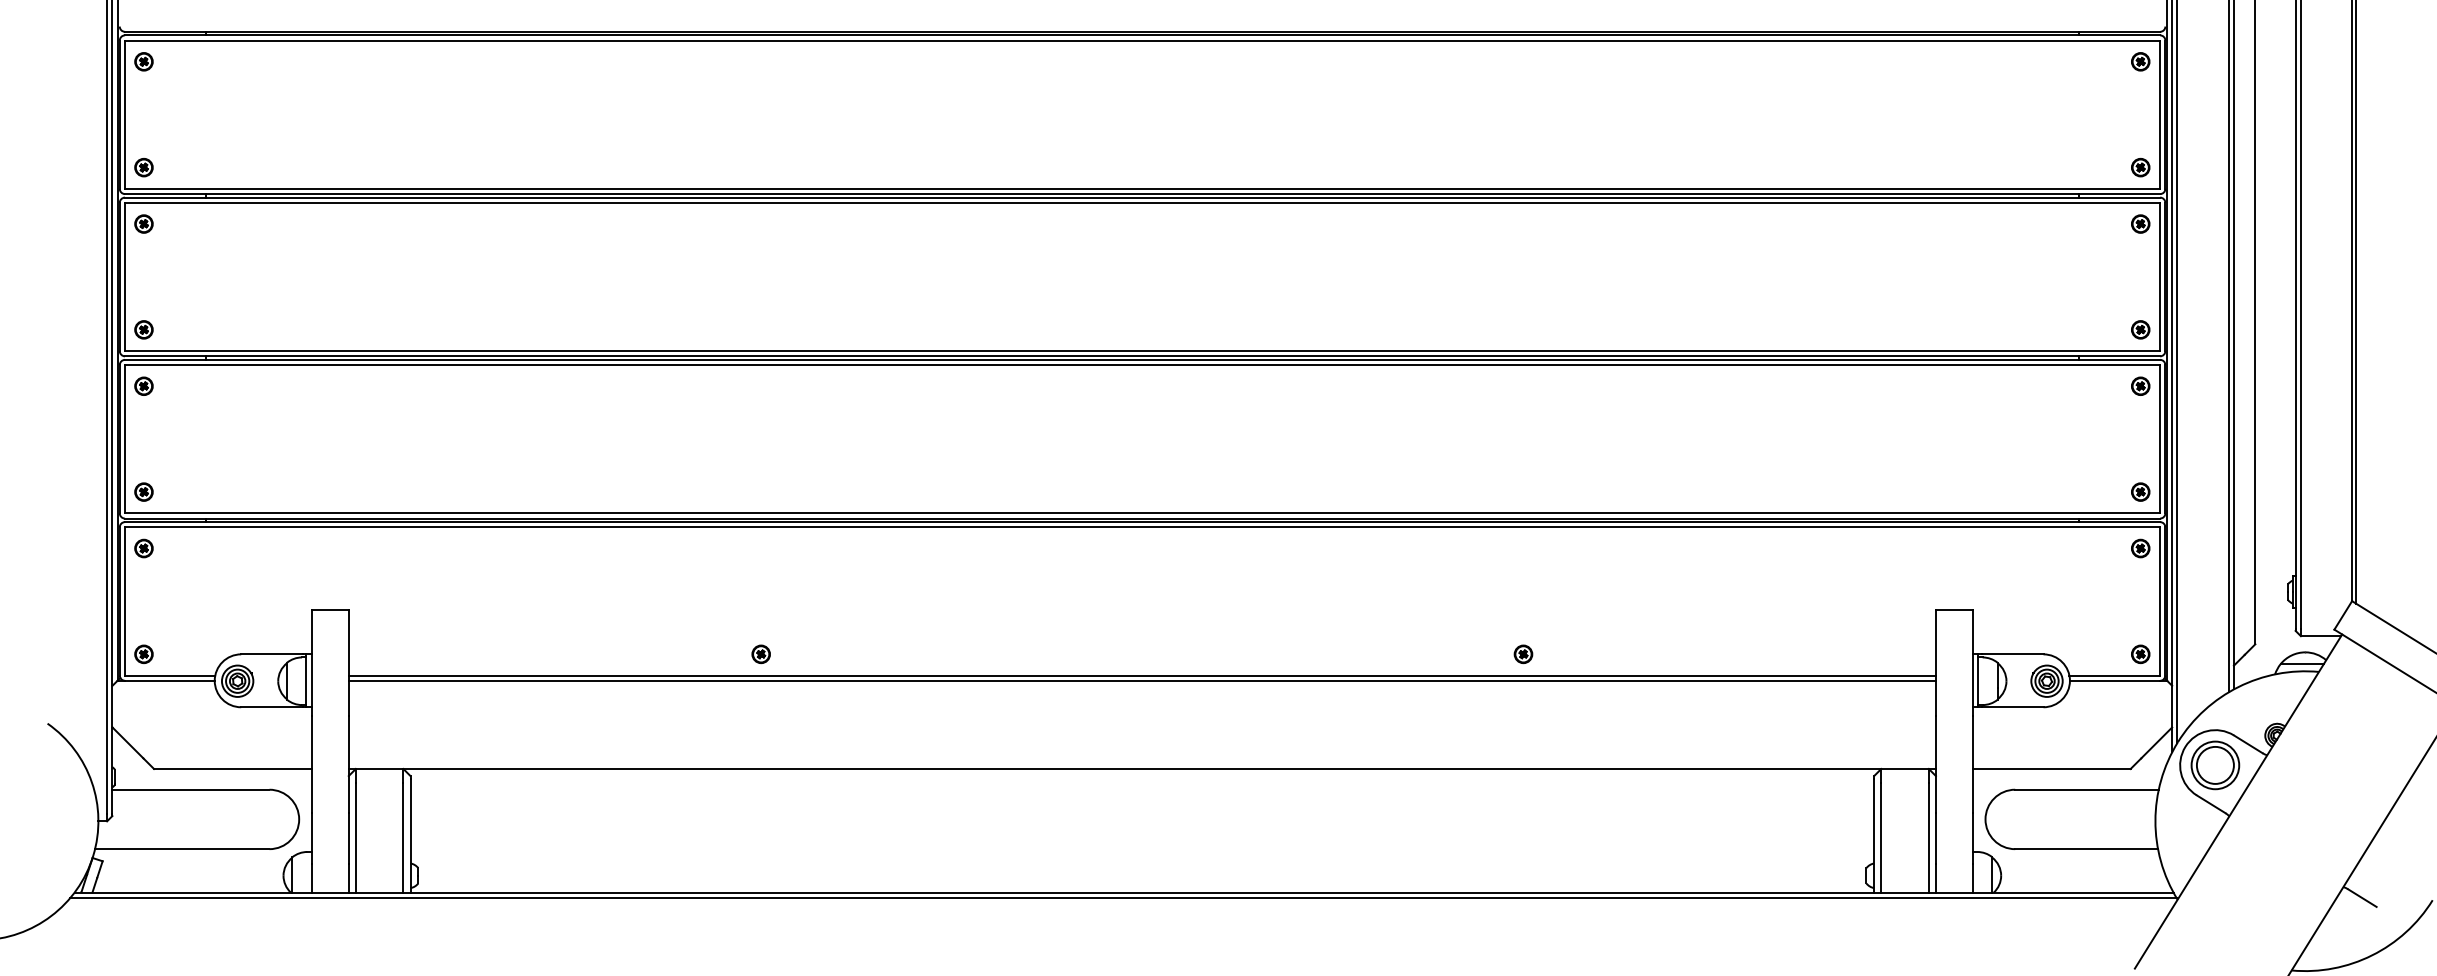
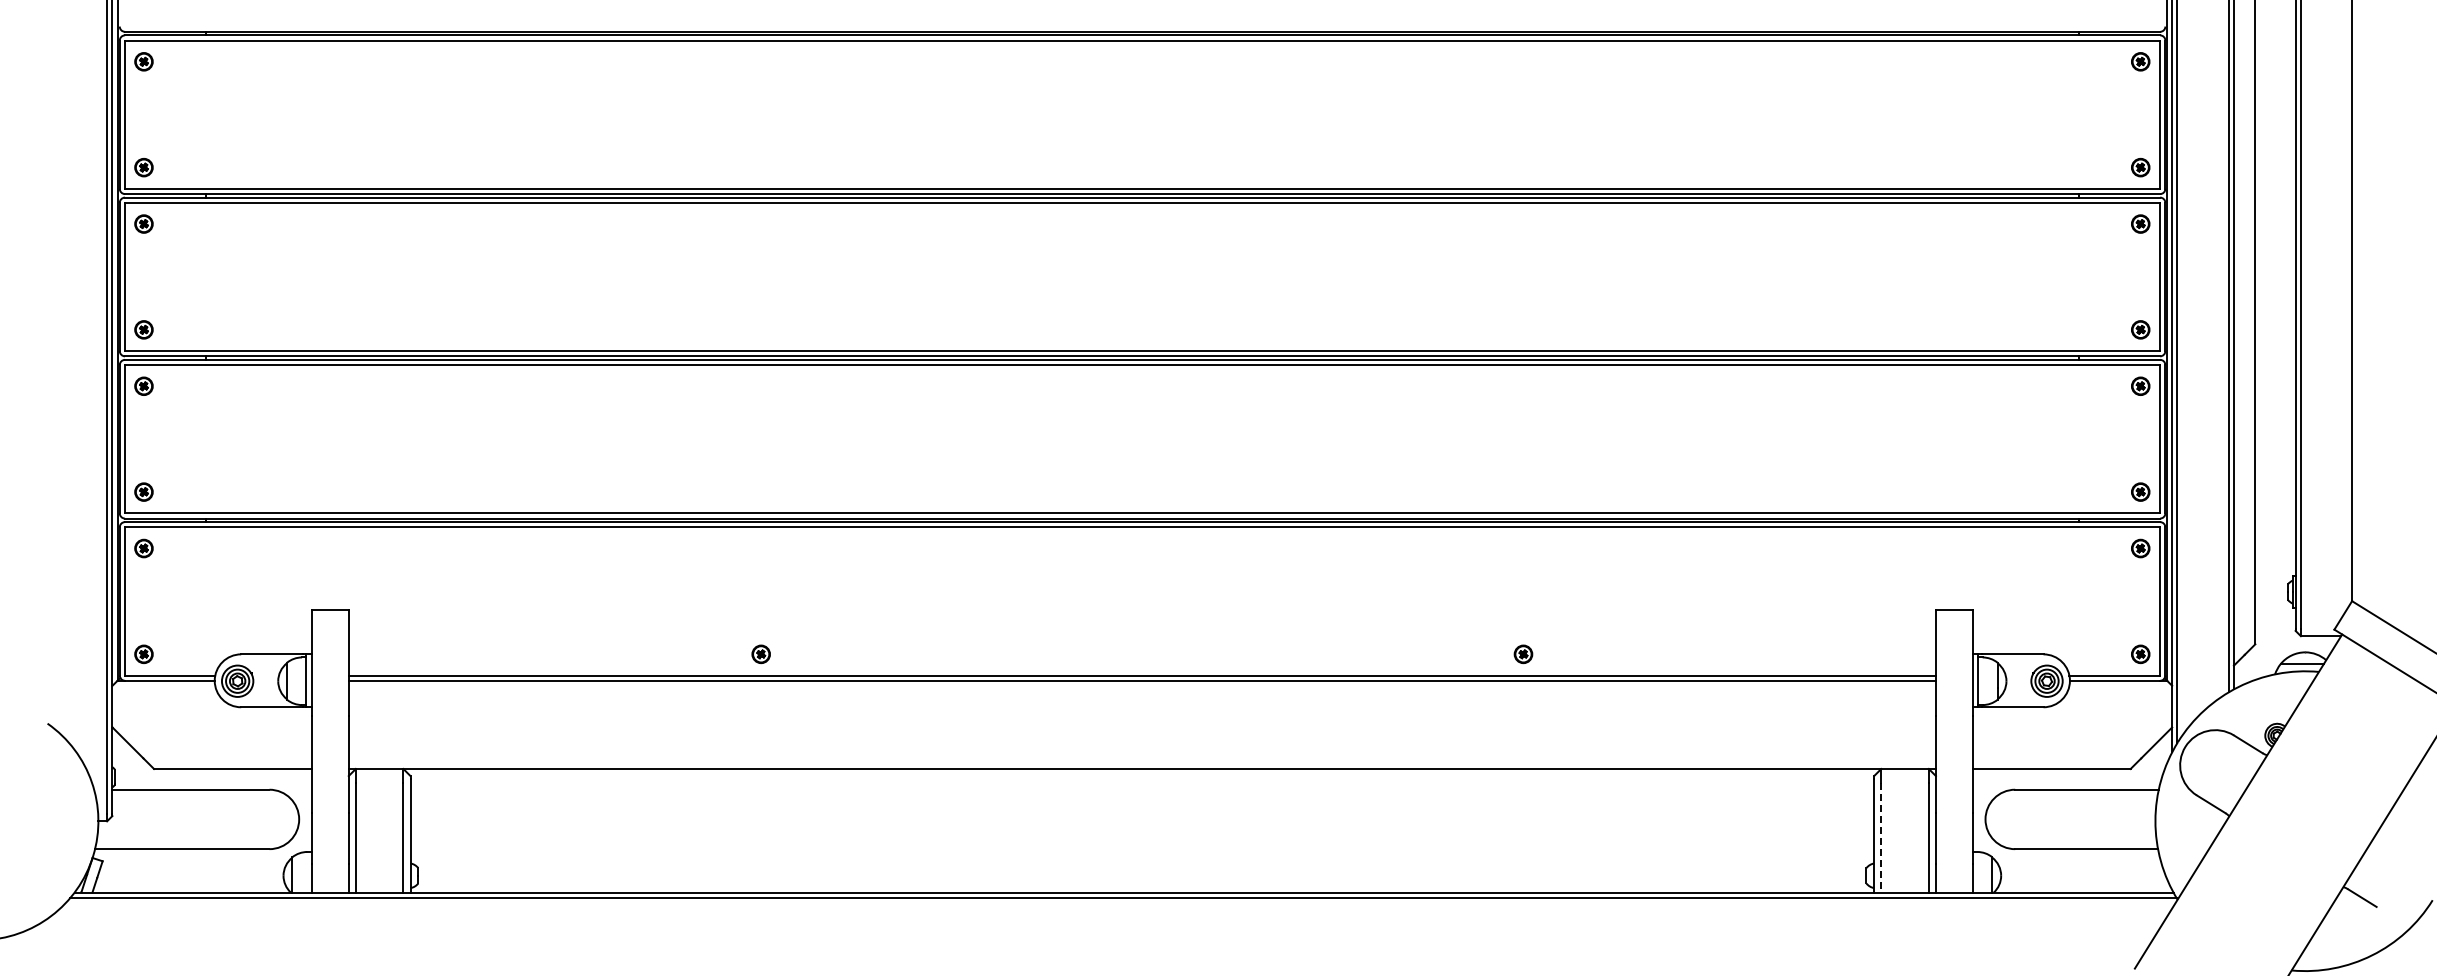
line at (2356, 302): present -> none
part at (2215, 765): present -> none
line at (1881, 837): solid -> dashed
